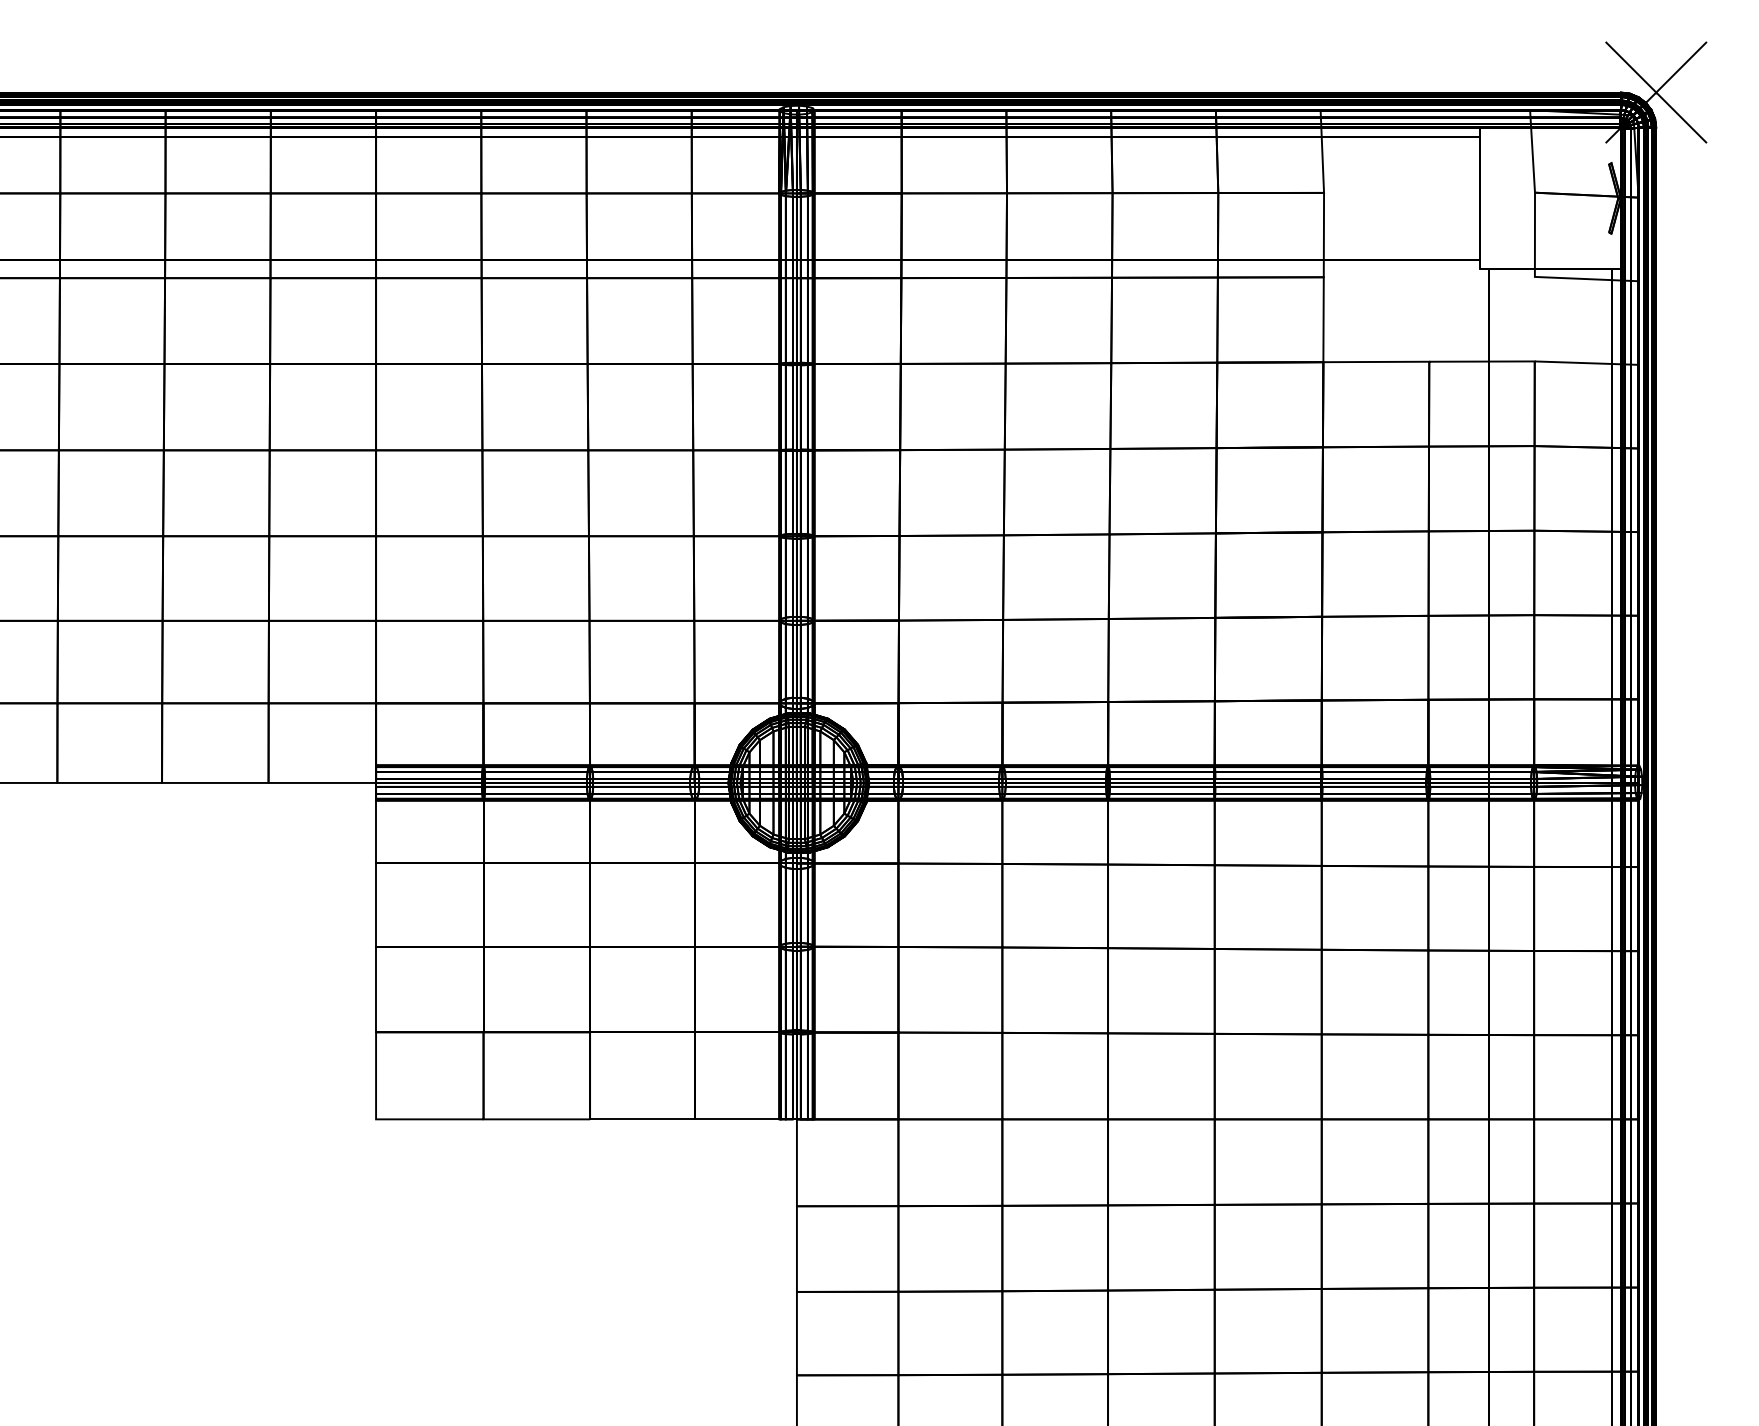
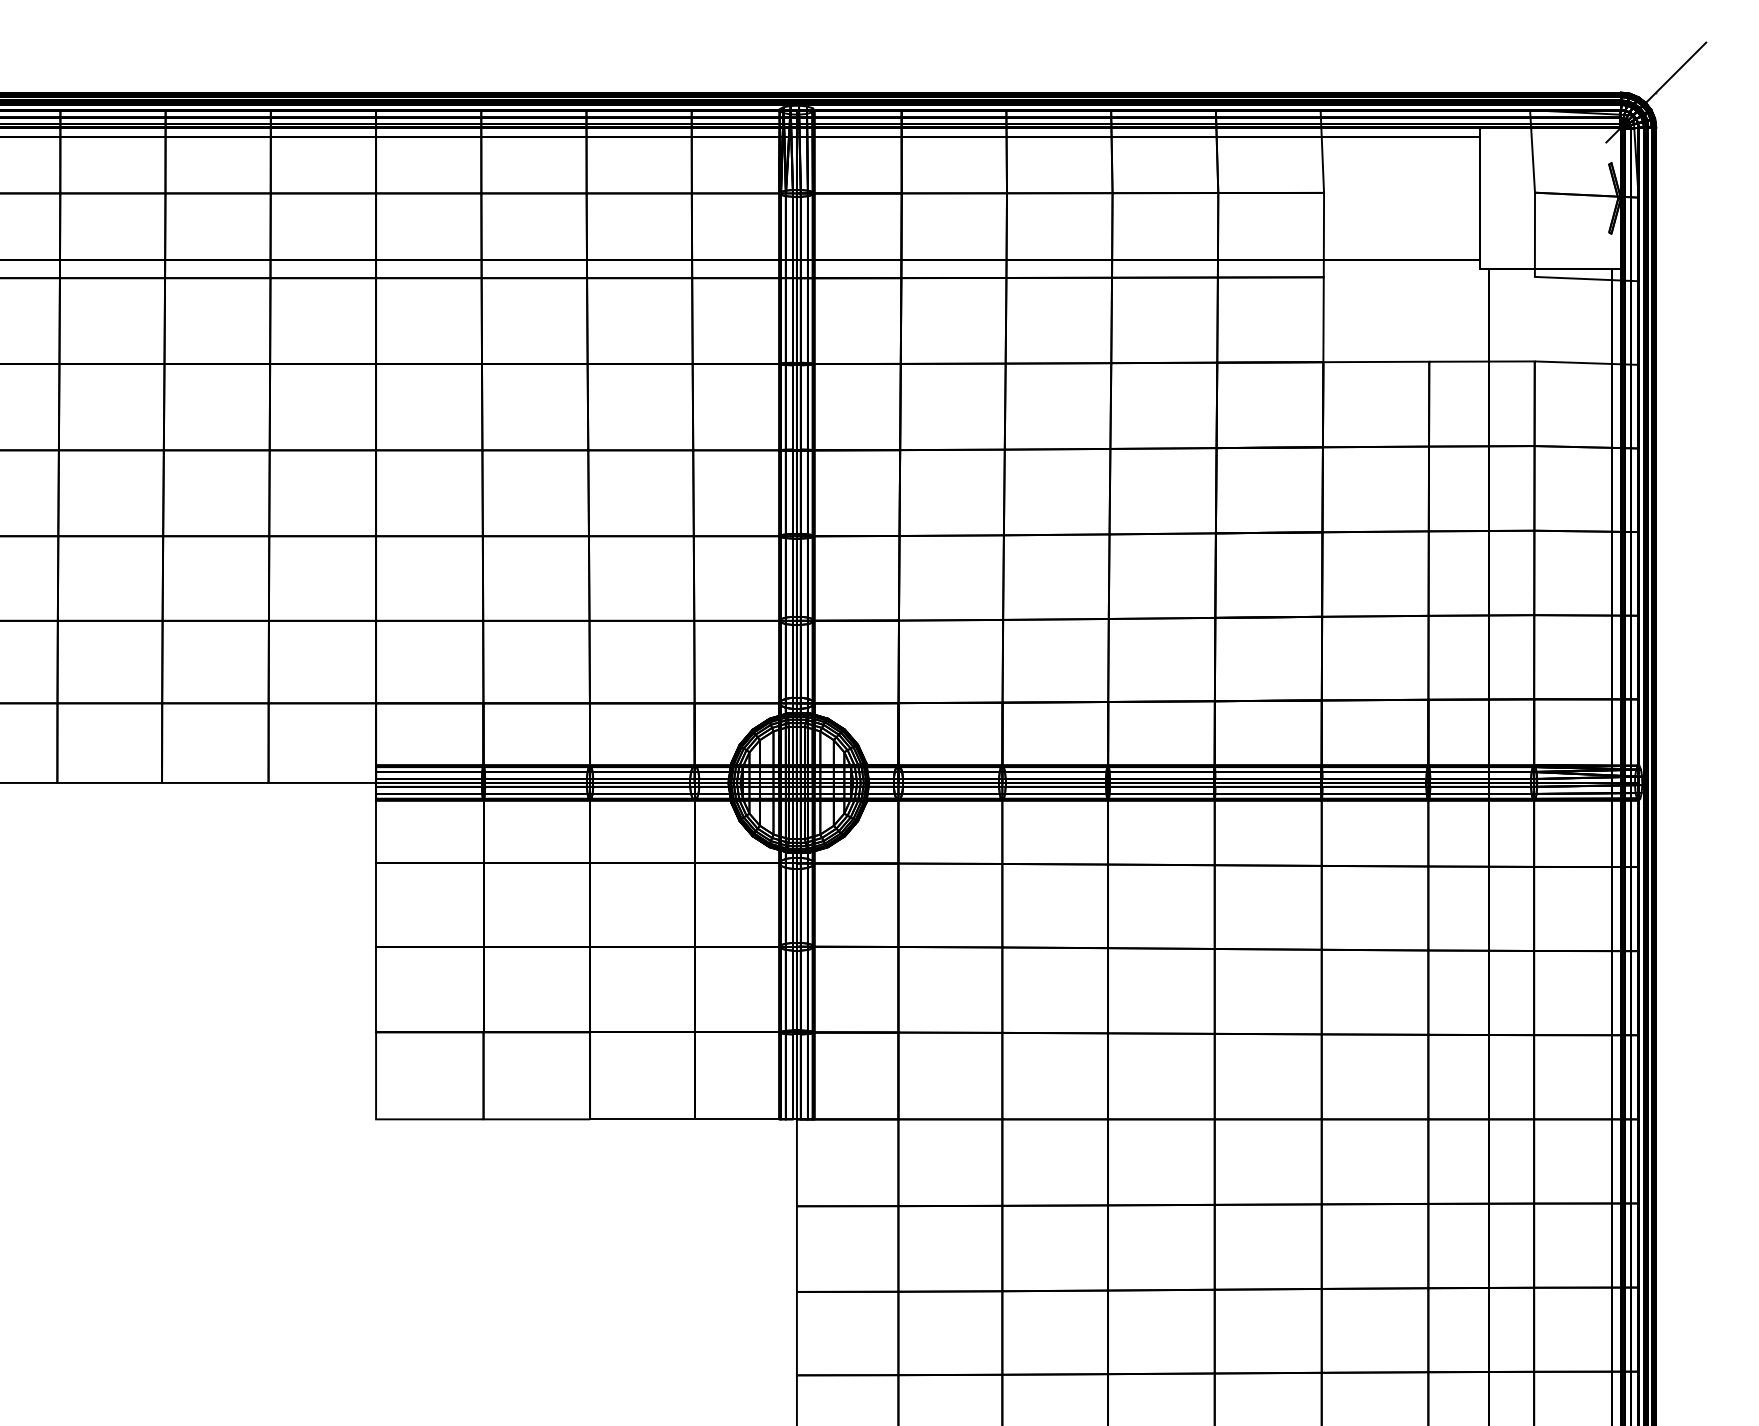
line at (1656, 92): present -> none
